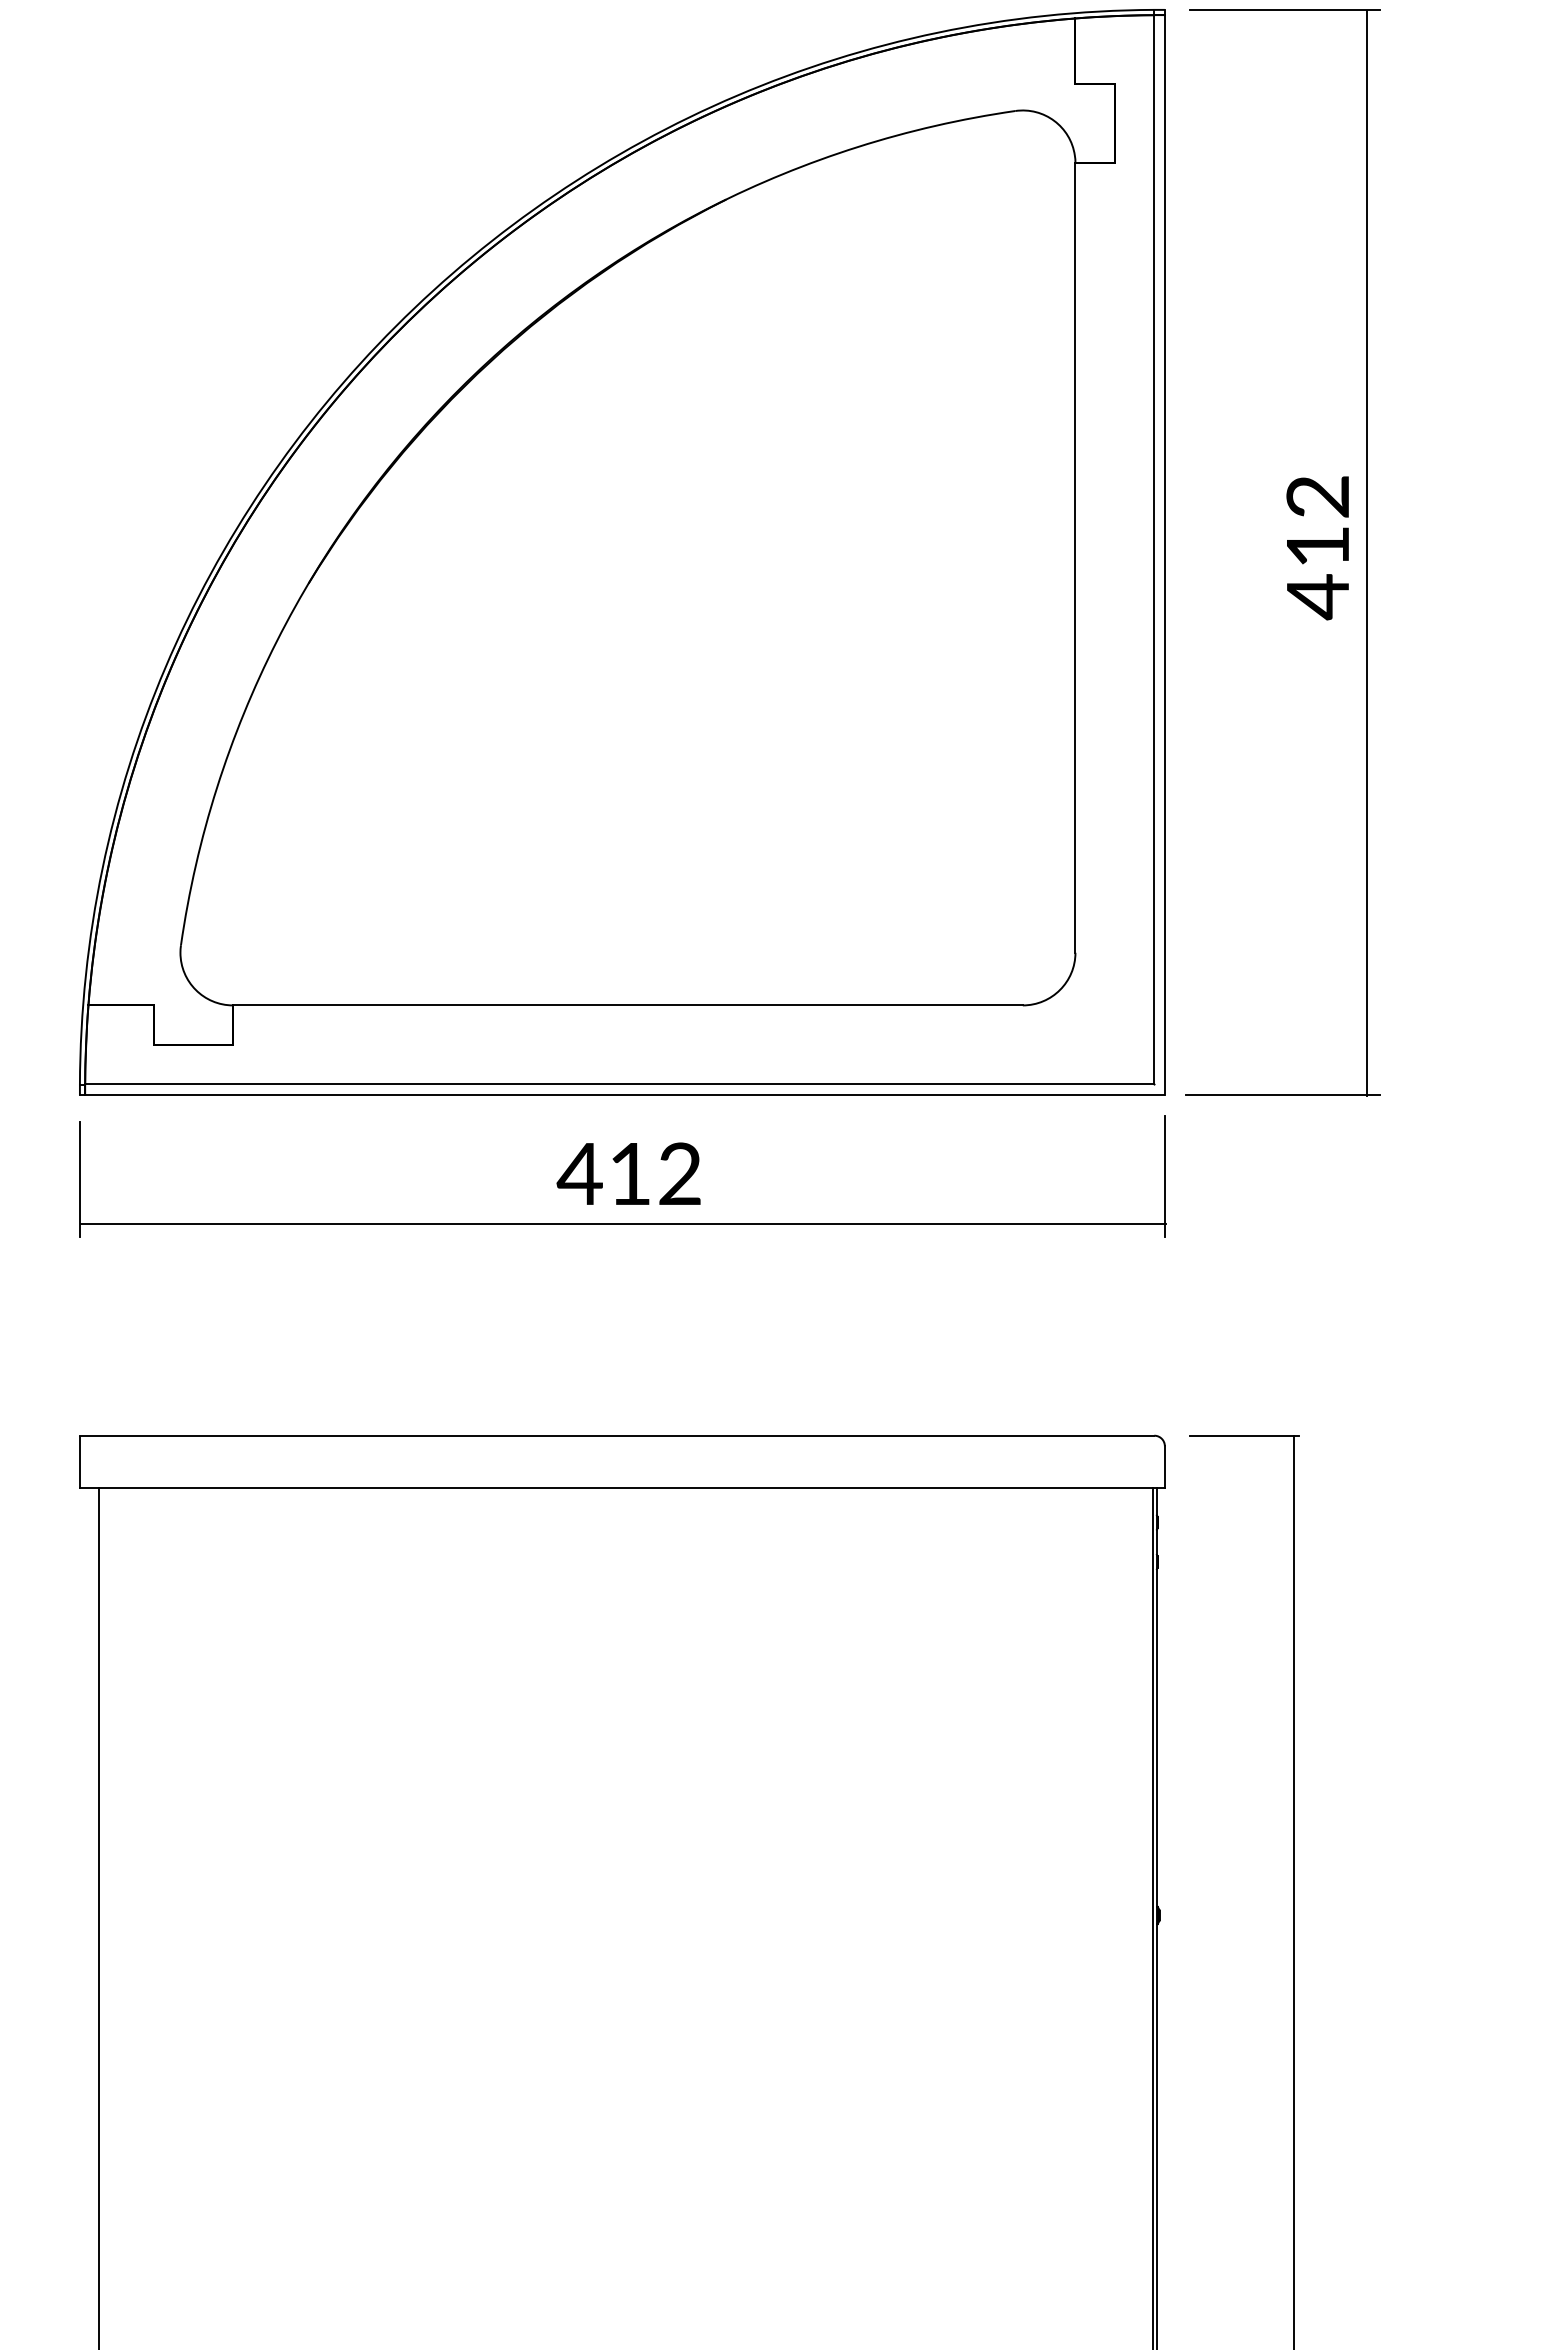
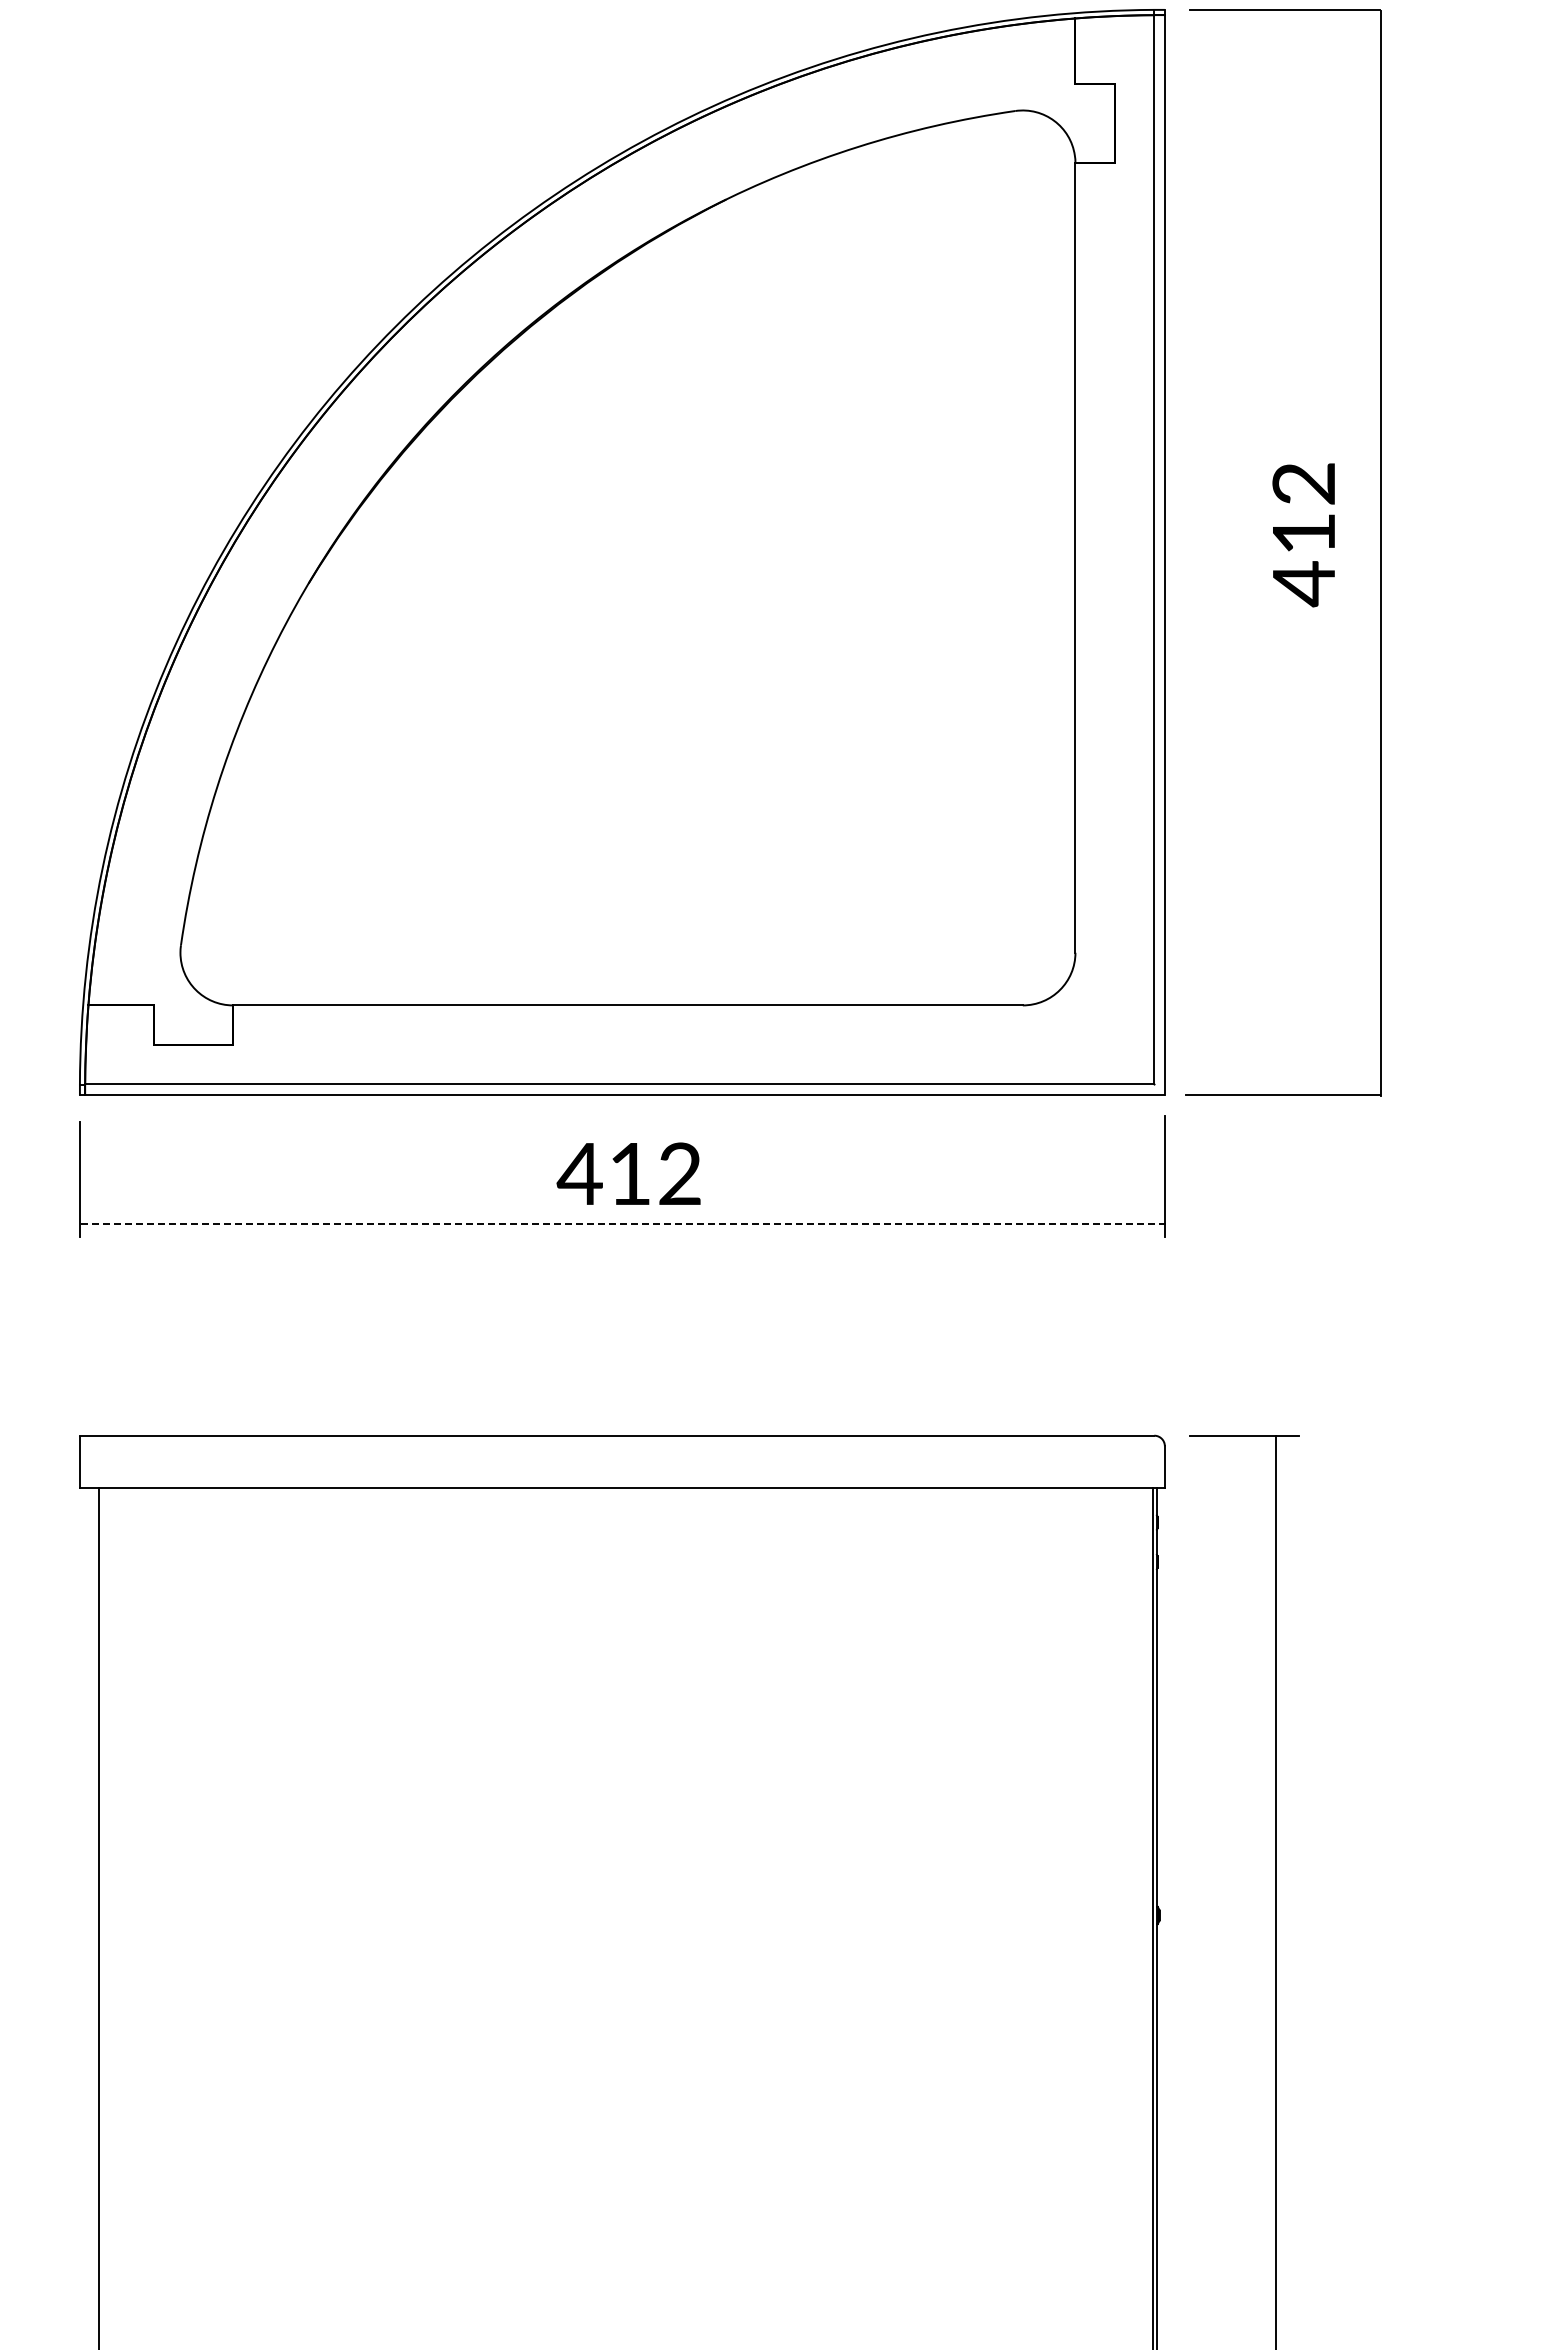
text at (1317, 548) position: (1317, 548) -> (1303, 535)
line at (1367, 552) position: (1367, 552) -> (1381, 552)
line at (623, 1224): solid -> dashed
line at (1293, 1891) position: (1293, 1891) -> (1275, 1891)
